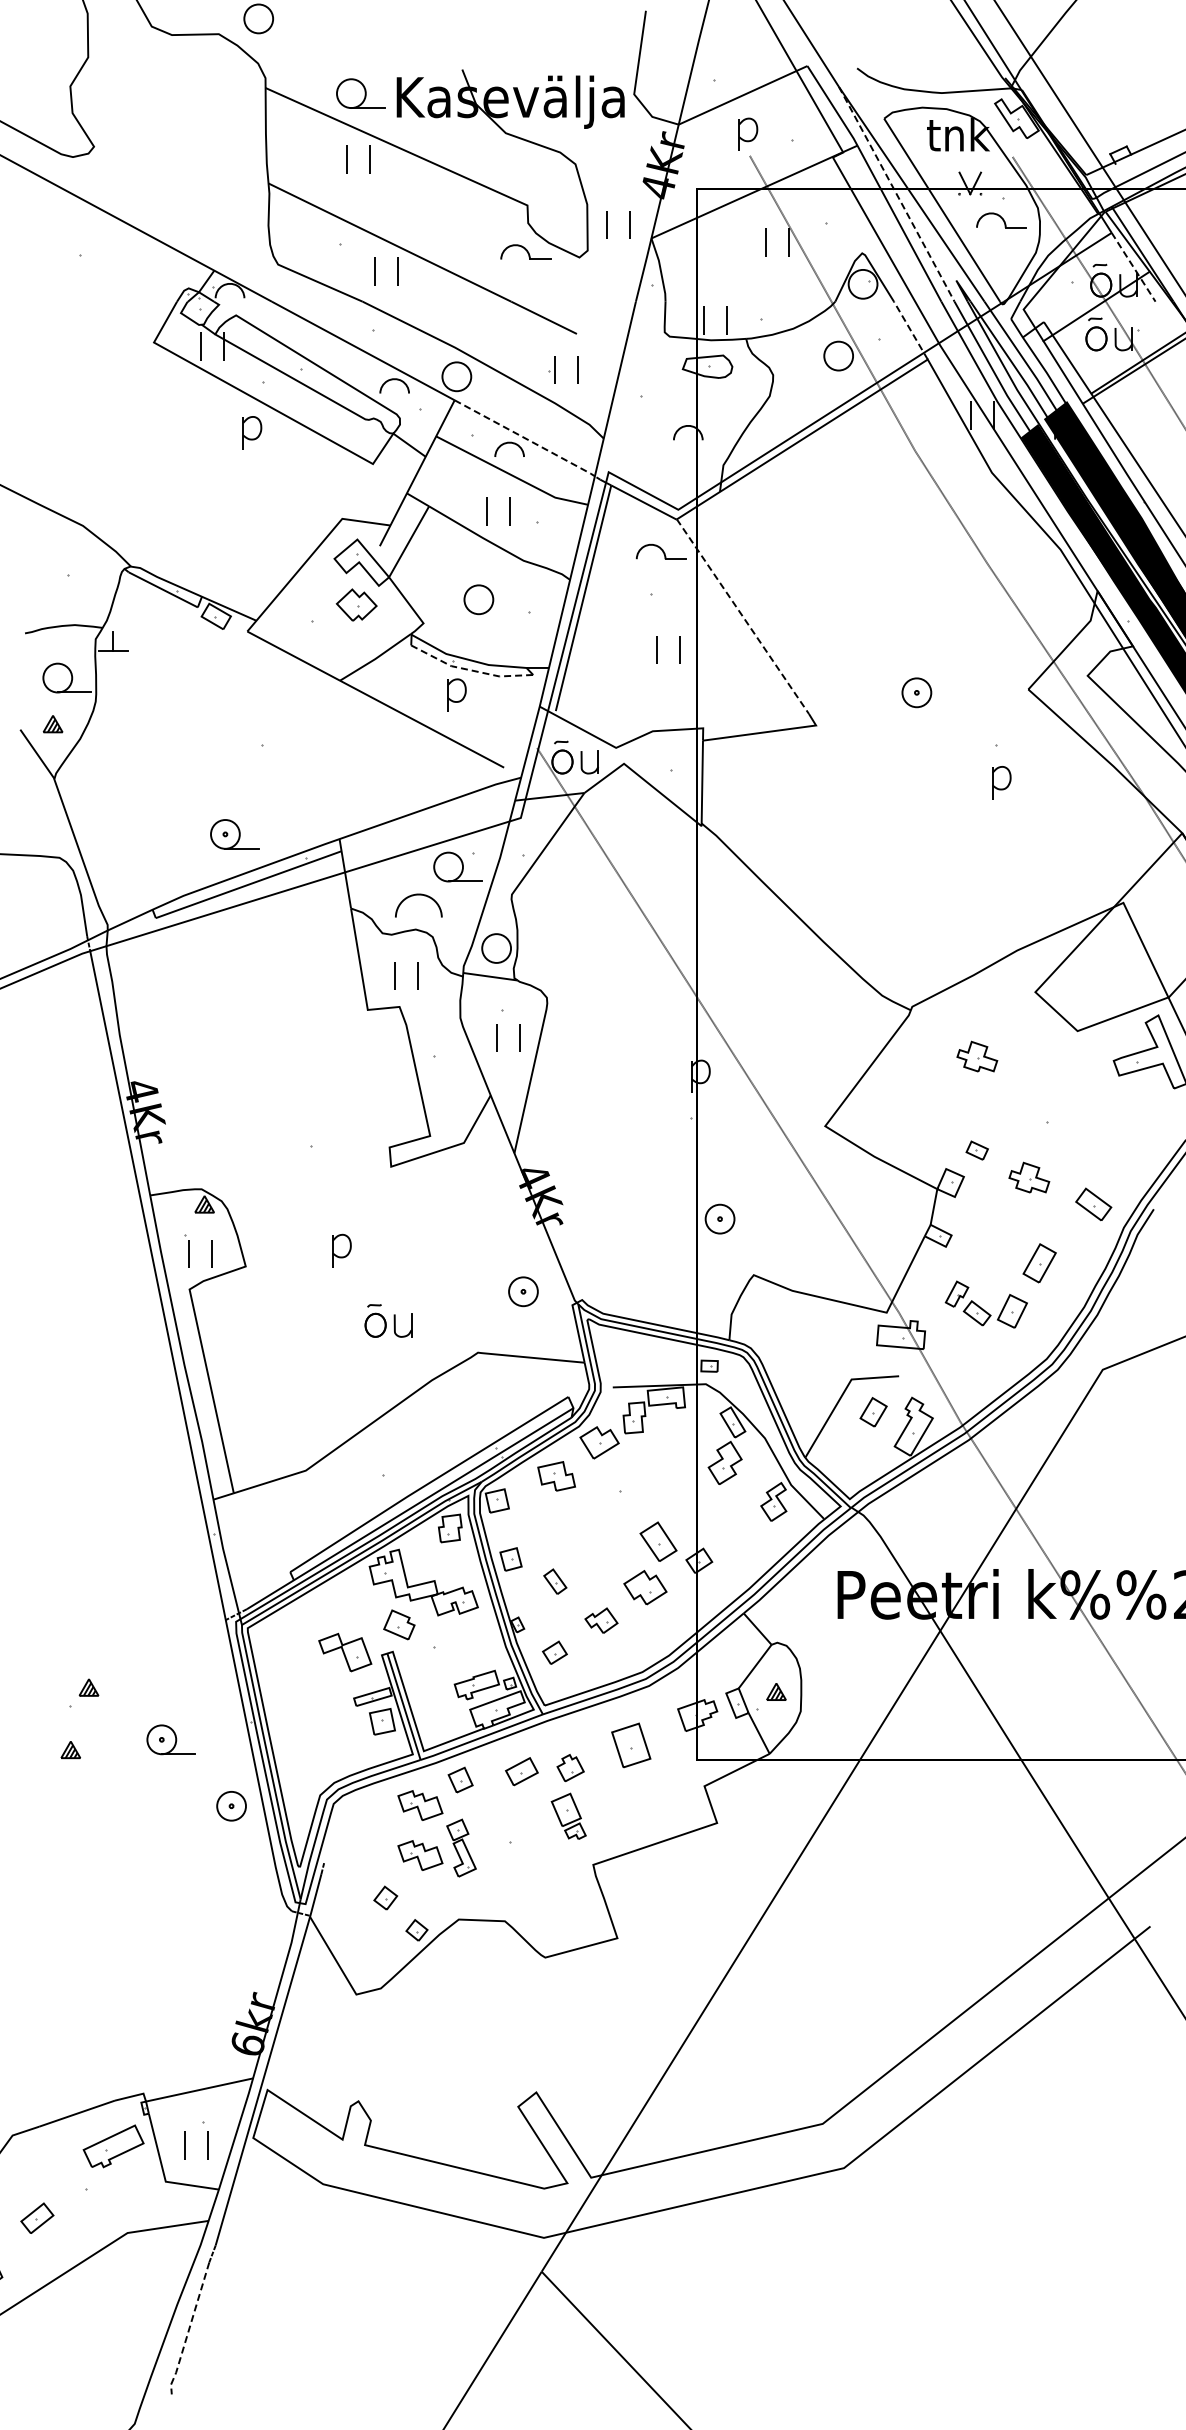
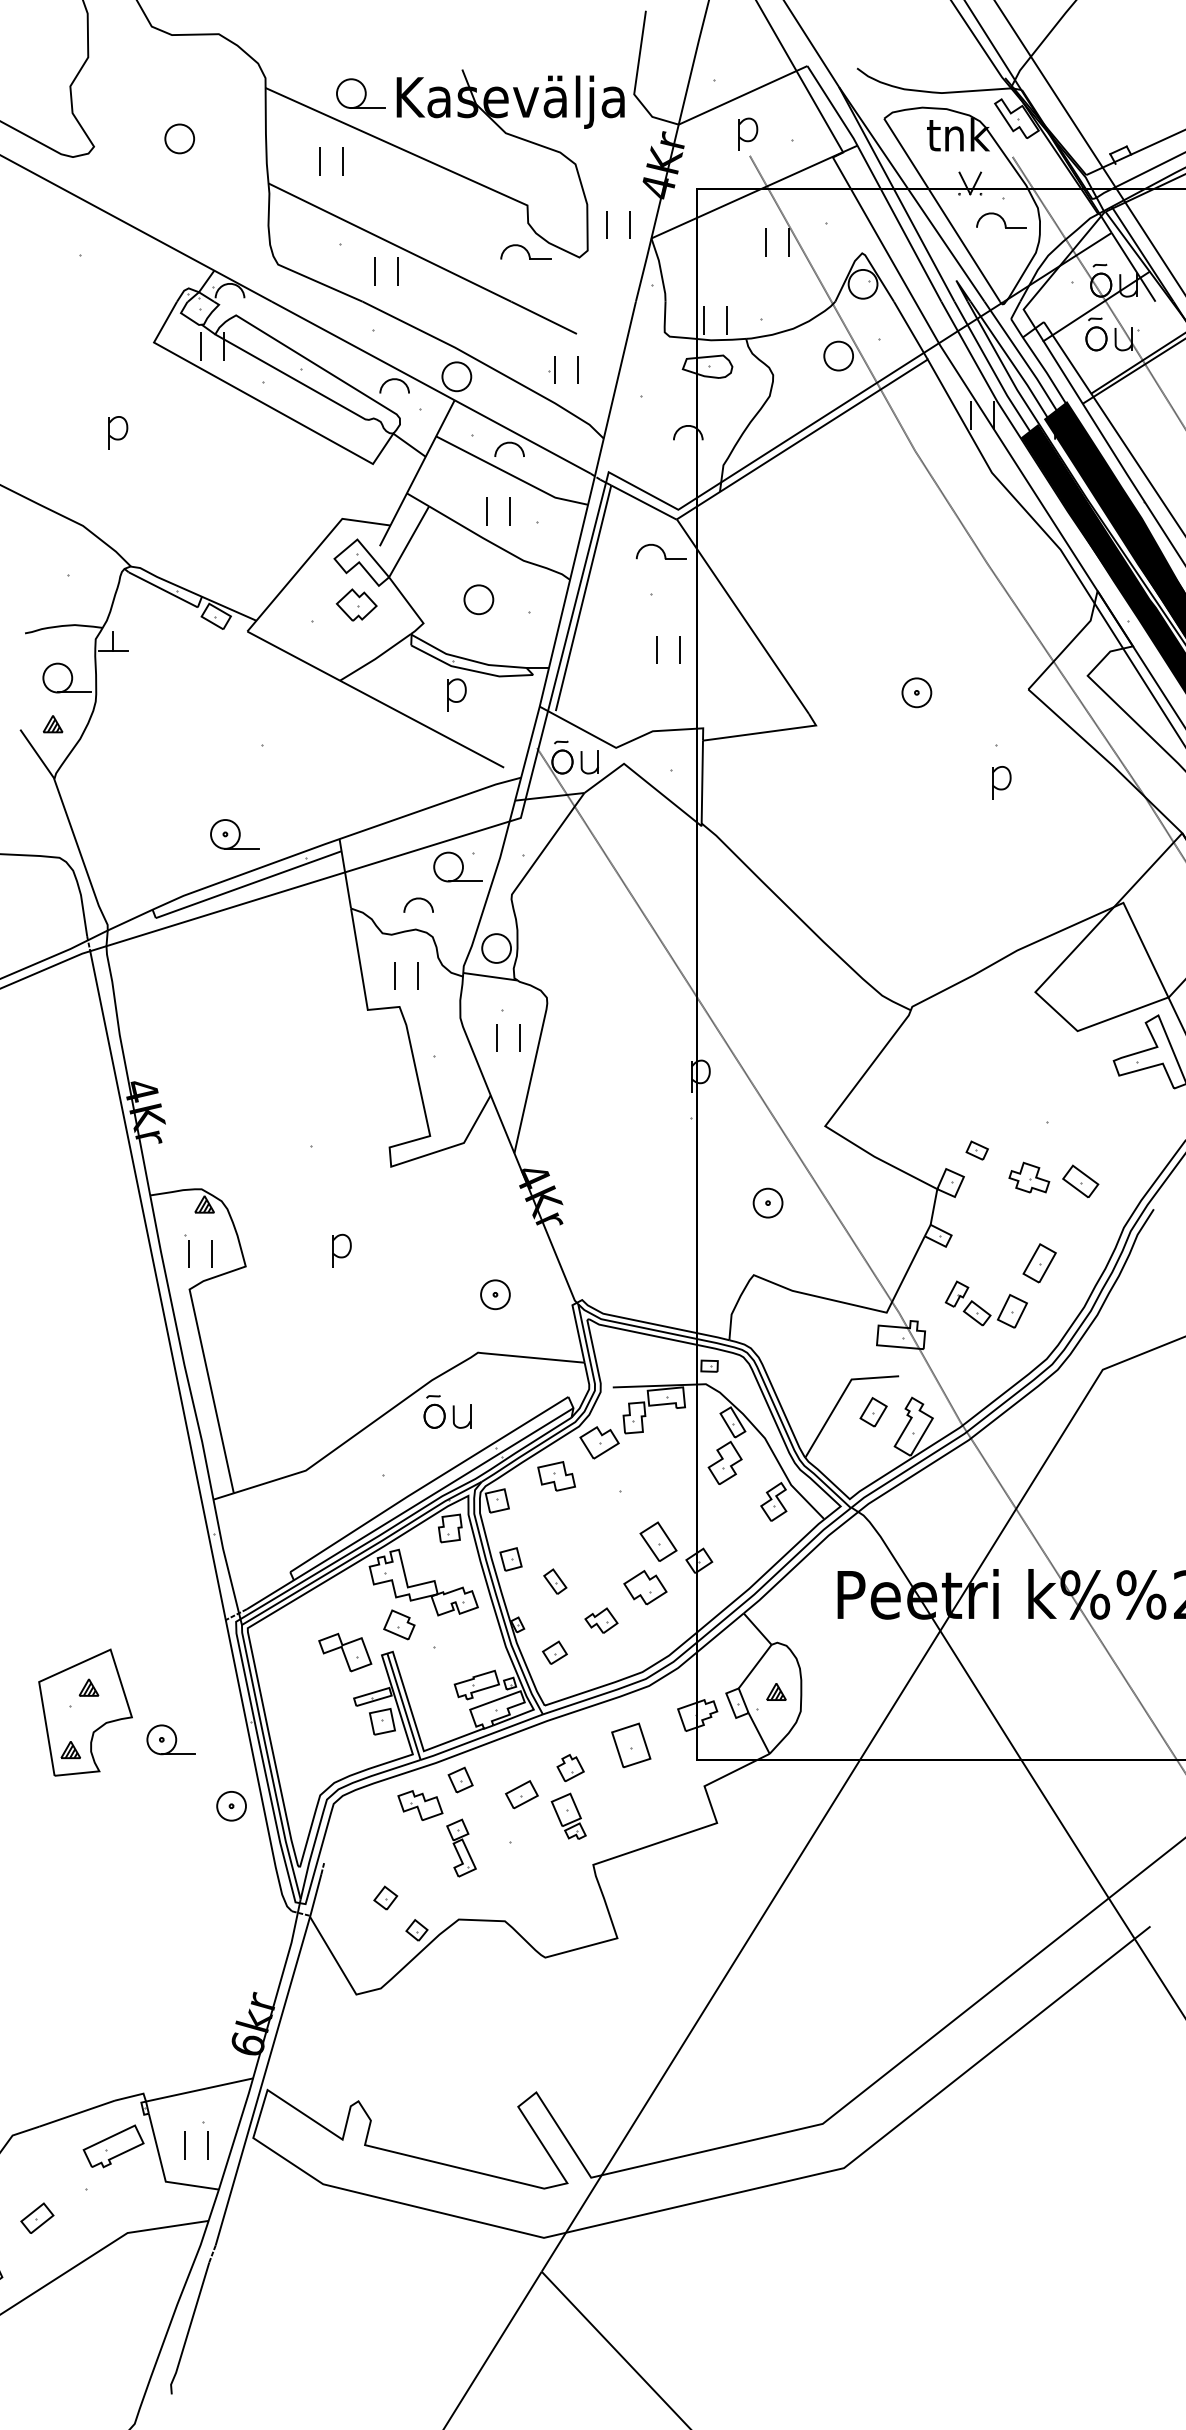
part at (258, 18) position: (258, 18) -> (179, 138)
part at (347, 159) position: (347, 159) -> (320, 161)
line at (896, 194): dashed -> solid
line at (1133, 267): dashed -> solid
line at (910, 330): dashed -> solid
part at (252, 432) position: (252, 432) -> (118, 432)
line at (523, 437): dashed -> solid
line at (742, 616): dashed -> solid
line at (469, 670): dashed -> solid
part at (418, 905) size: 48x25 px -> 31x16 px
part at (977, 1056): present -> none
part at (1093, 1204) position: (1093, 1204) -> (1080, 1181)
part at (719, 1218) position: (719, 1218) -> (767, 1202)
part at (523, 1291) position: (523, 1291) -> (495, 1294)
part at (388, 1320) position: (388, 1320) -> (447, 1411)
part at (85, 1712): none -> present
part at (521, 1771) position: (521, 1771) -> (521, 1794)
part at (420, 1855): present -> none
line at (188, 2329): dashed -> solid
